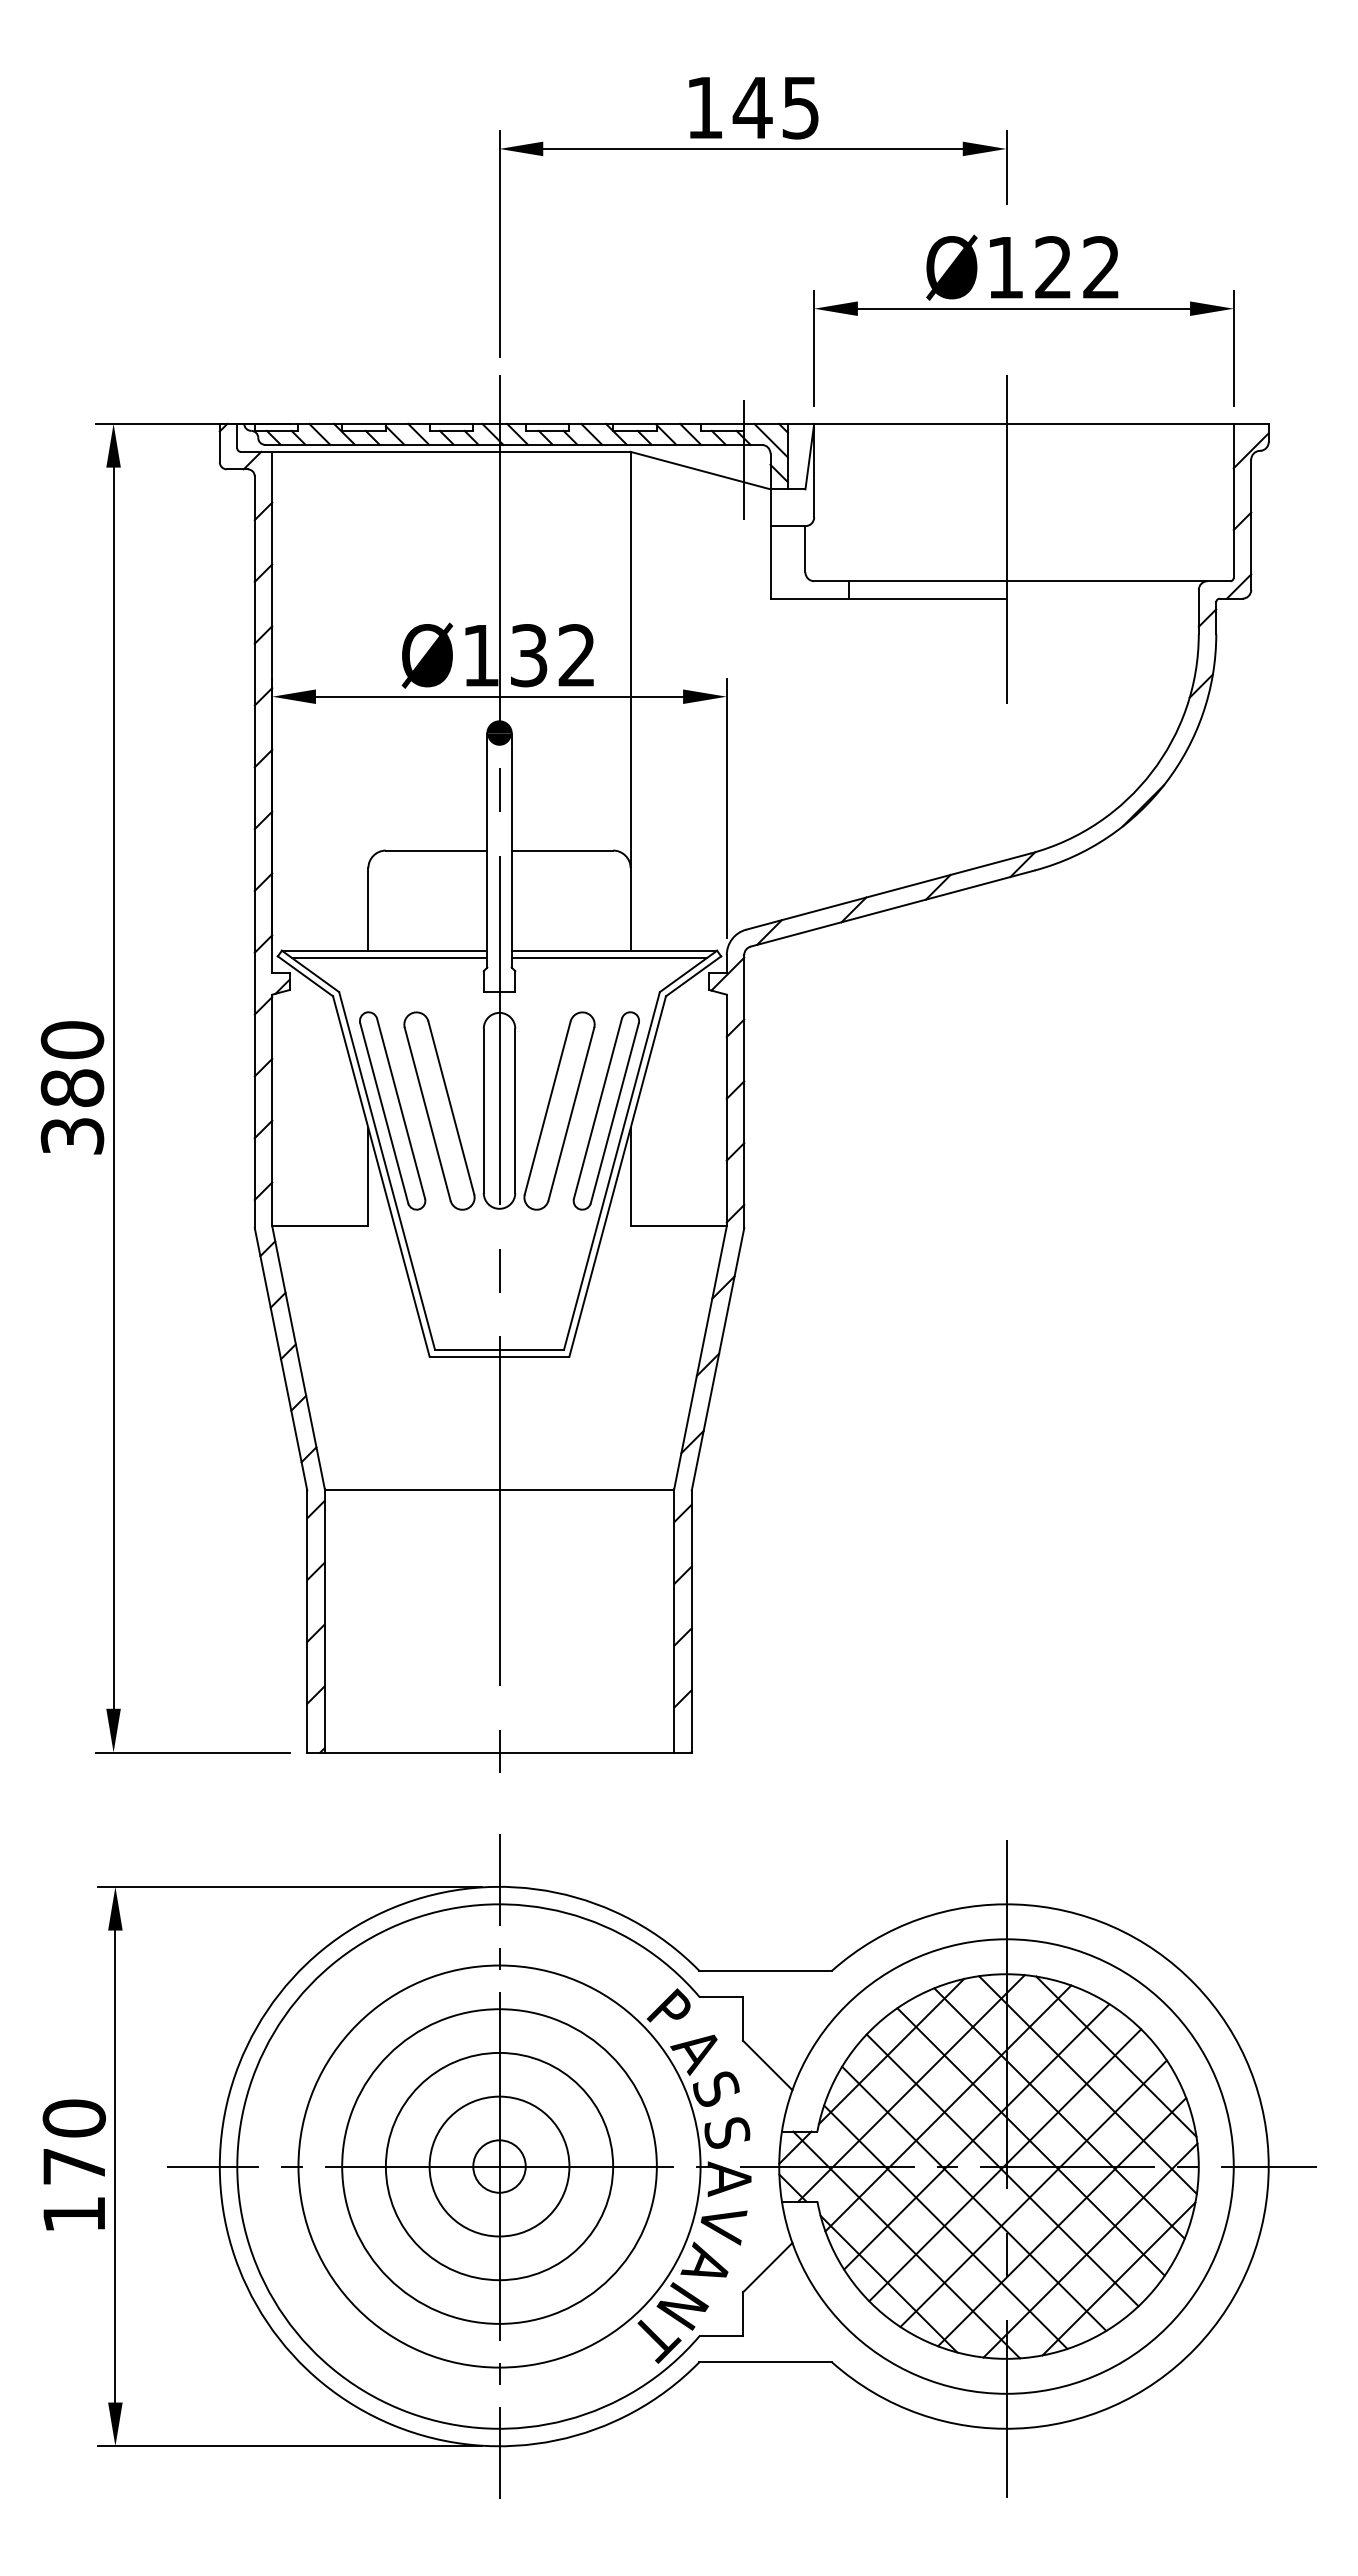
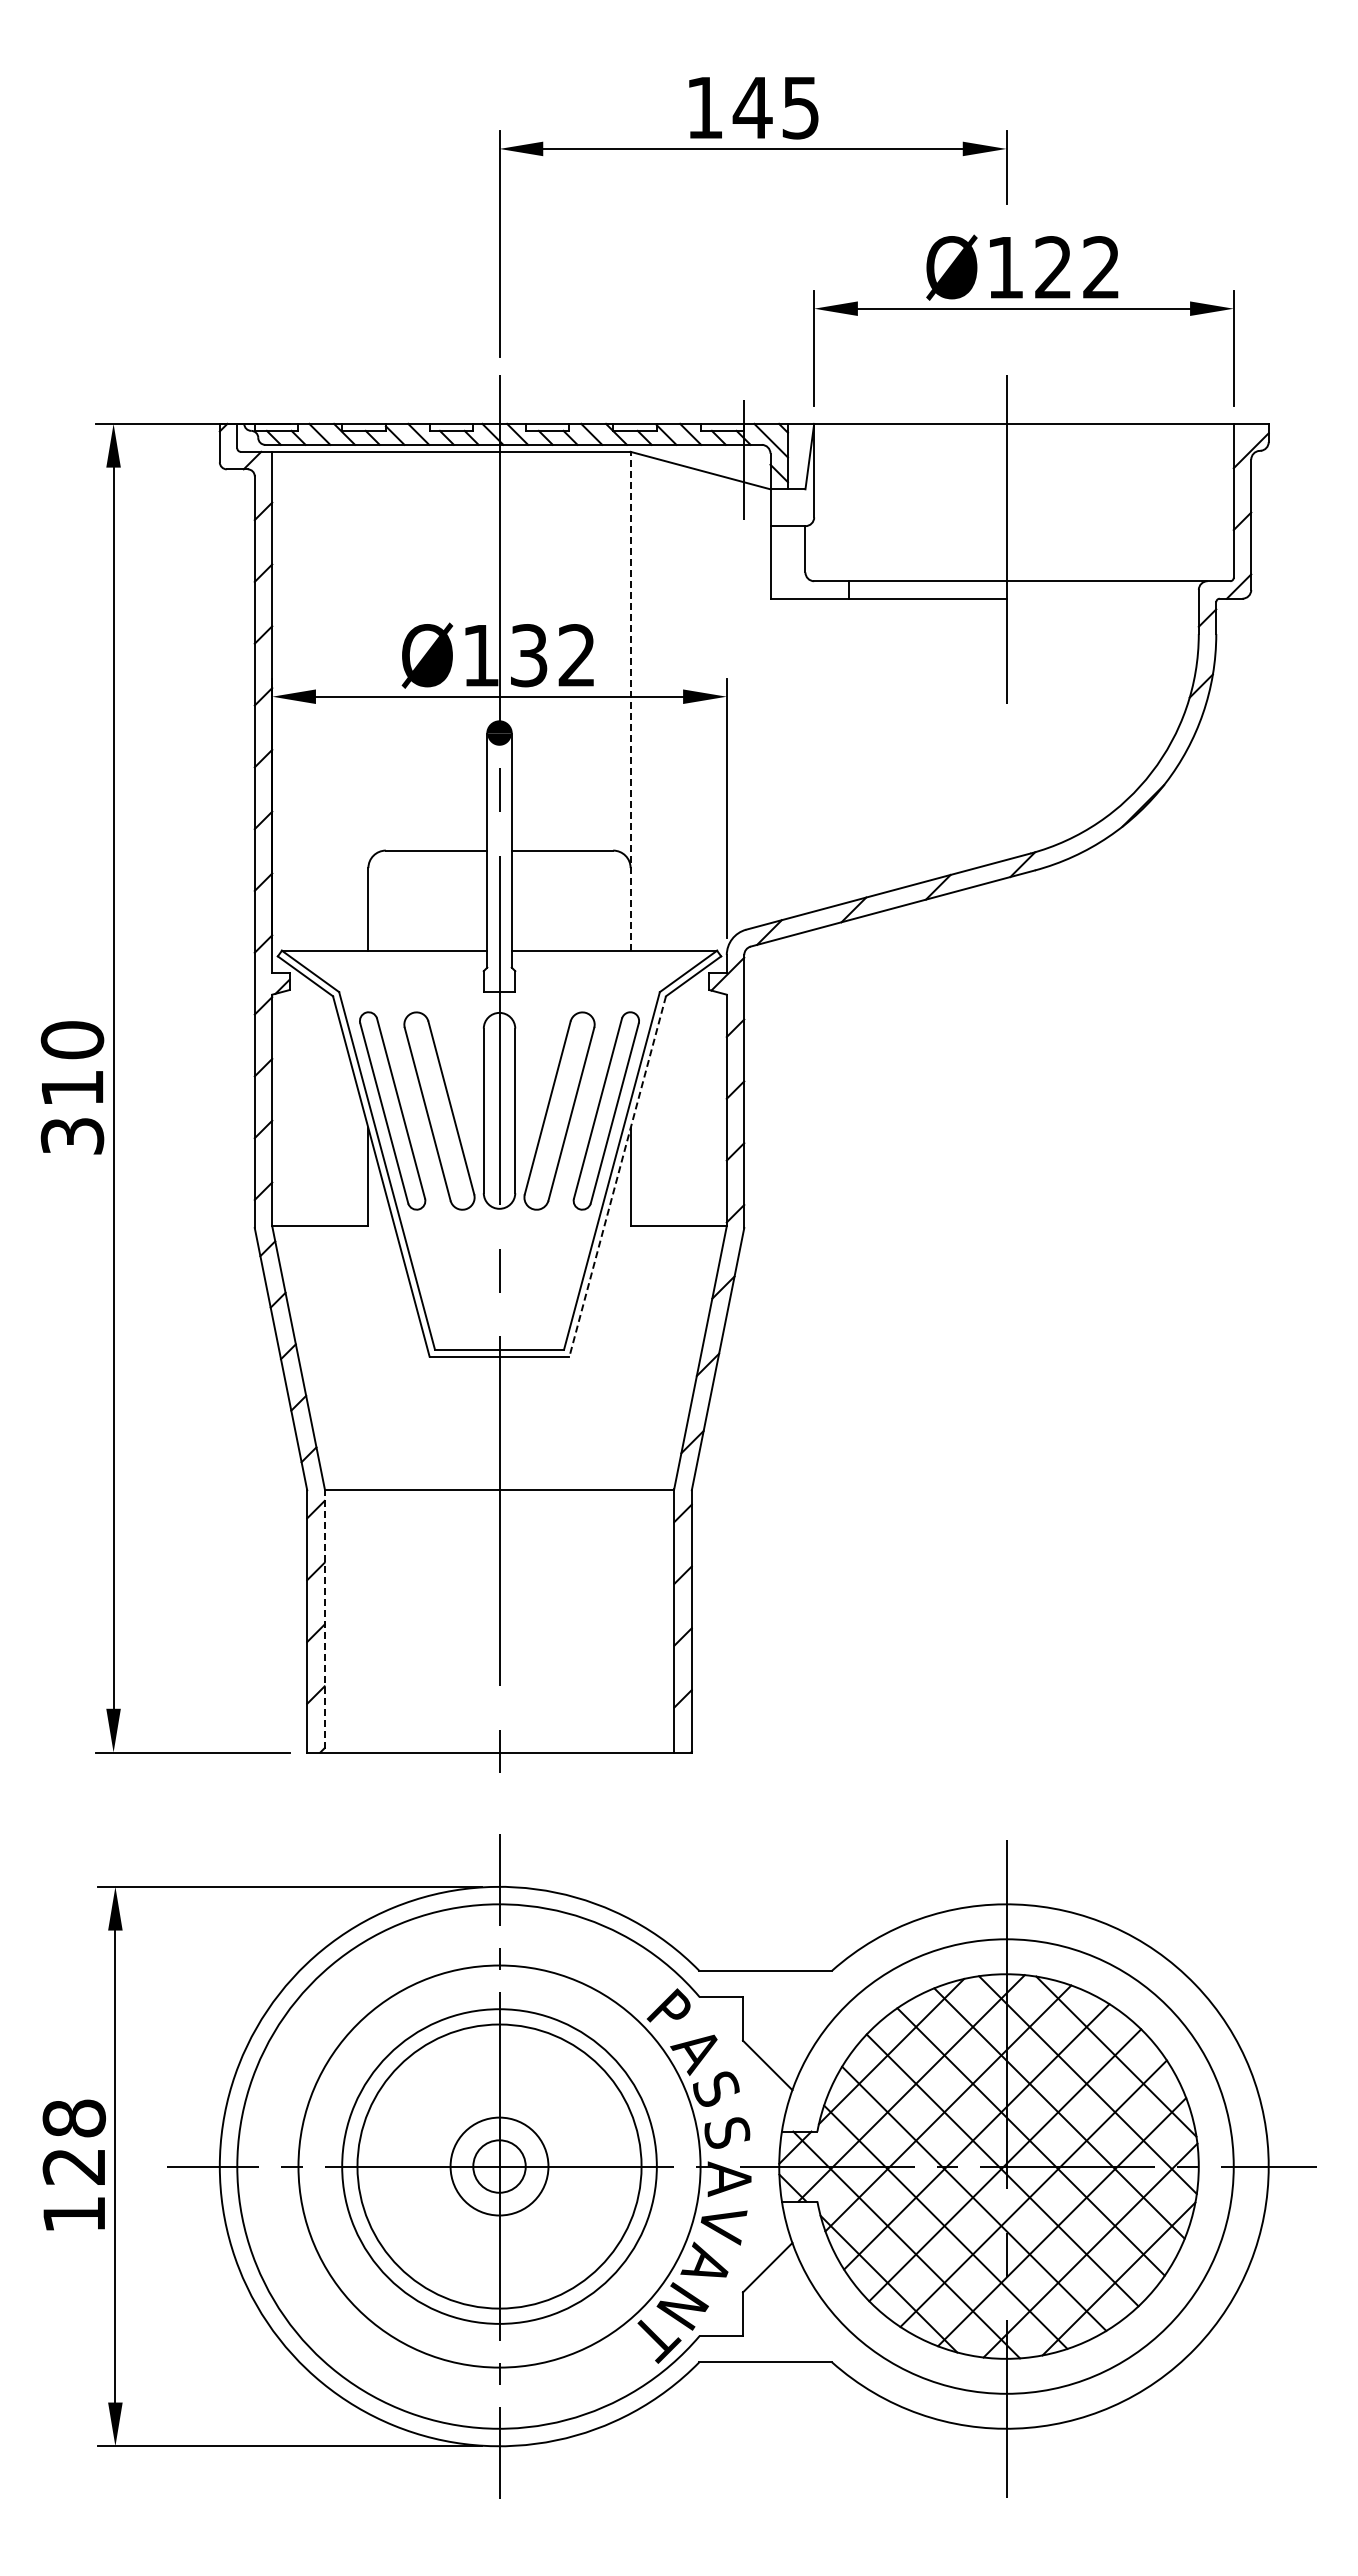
line at (630, 700): solid -> dashed
line at (389, 957): present -> none
line at (609, 957): present -> none
text at (72, 1087): 380 -> 310
line at (617, 1176): solid -> dashed
line at (324, 1620): solid -> dashed
text at (73, 2141): 170 -> 128
circle at (499, 2166) diameter: 140 px -> 98 px
circle at (499, 2166) diameter: 227 px -> 284 px
